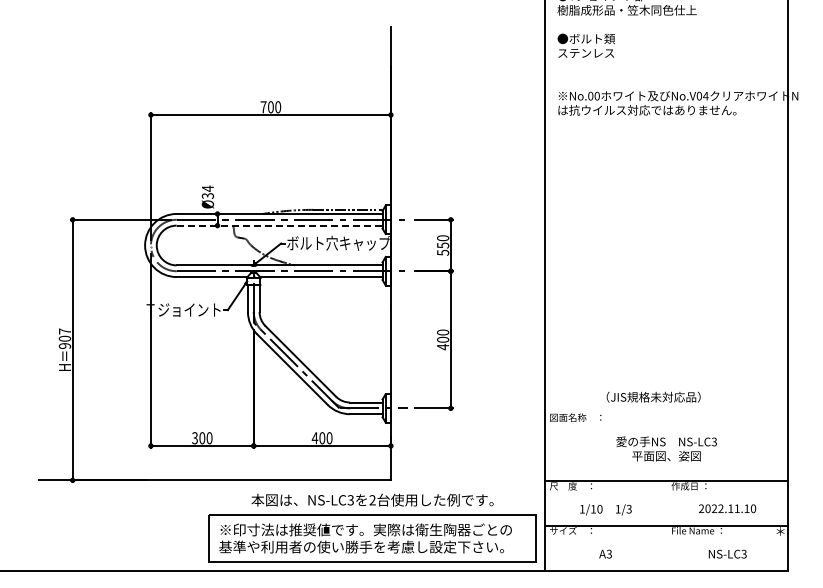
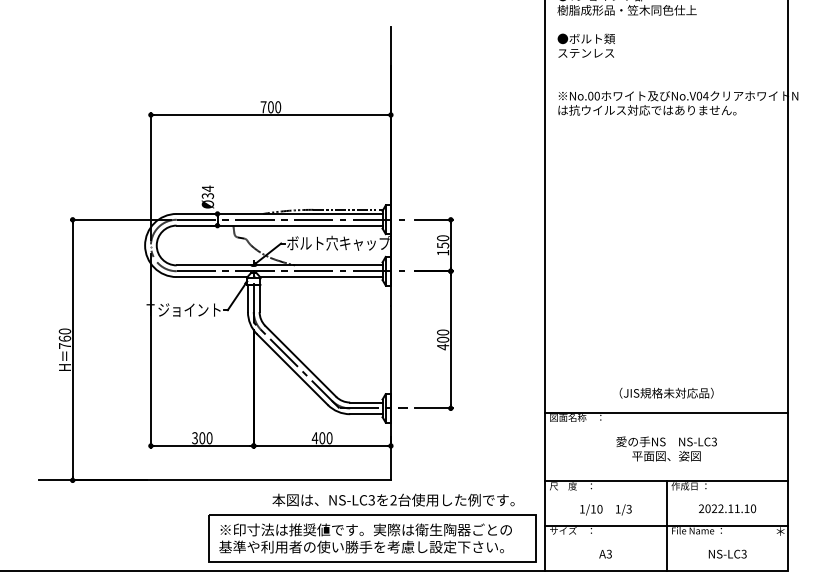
line at (279, 225): dashed -> solid
text at (443, 252): 550 -> 150
text at (64, 338): 907 -> 760
text at (653, 396) position: (653, 396) -> (666, 392)
line at (666, 412): none -> present
text at (372, 499) position: (372, 499) -> (393, 499)
line at (666, 525): none -> present
